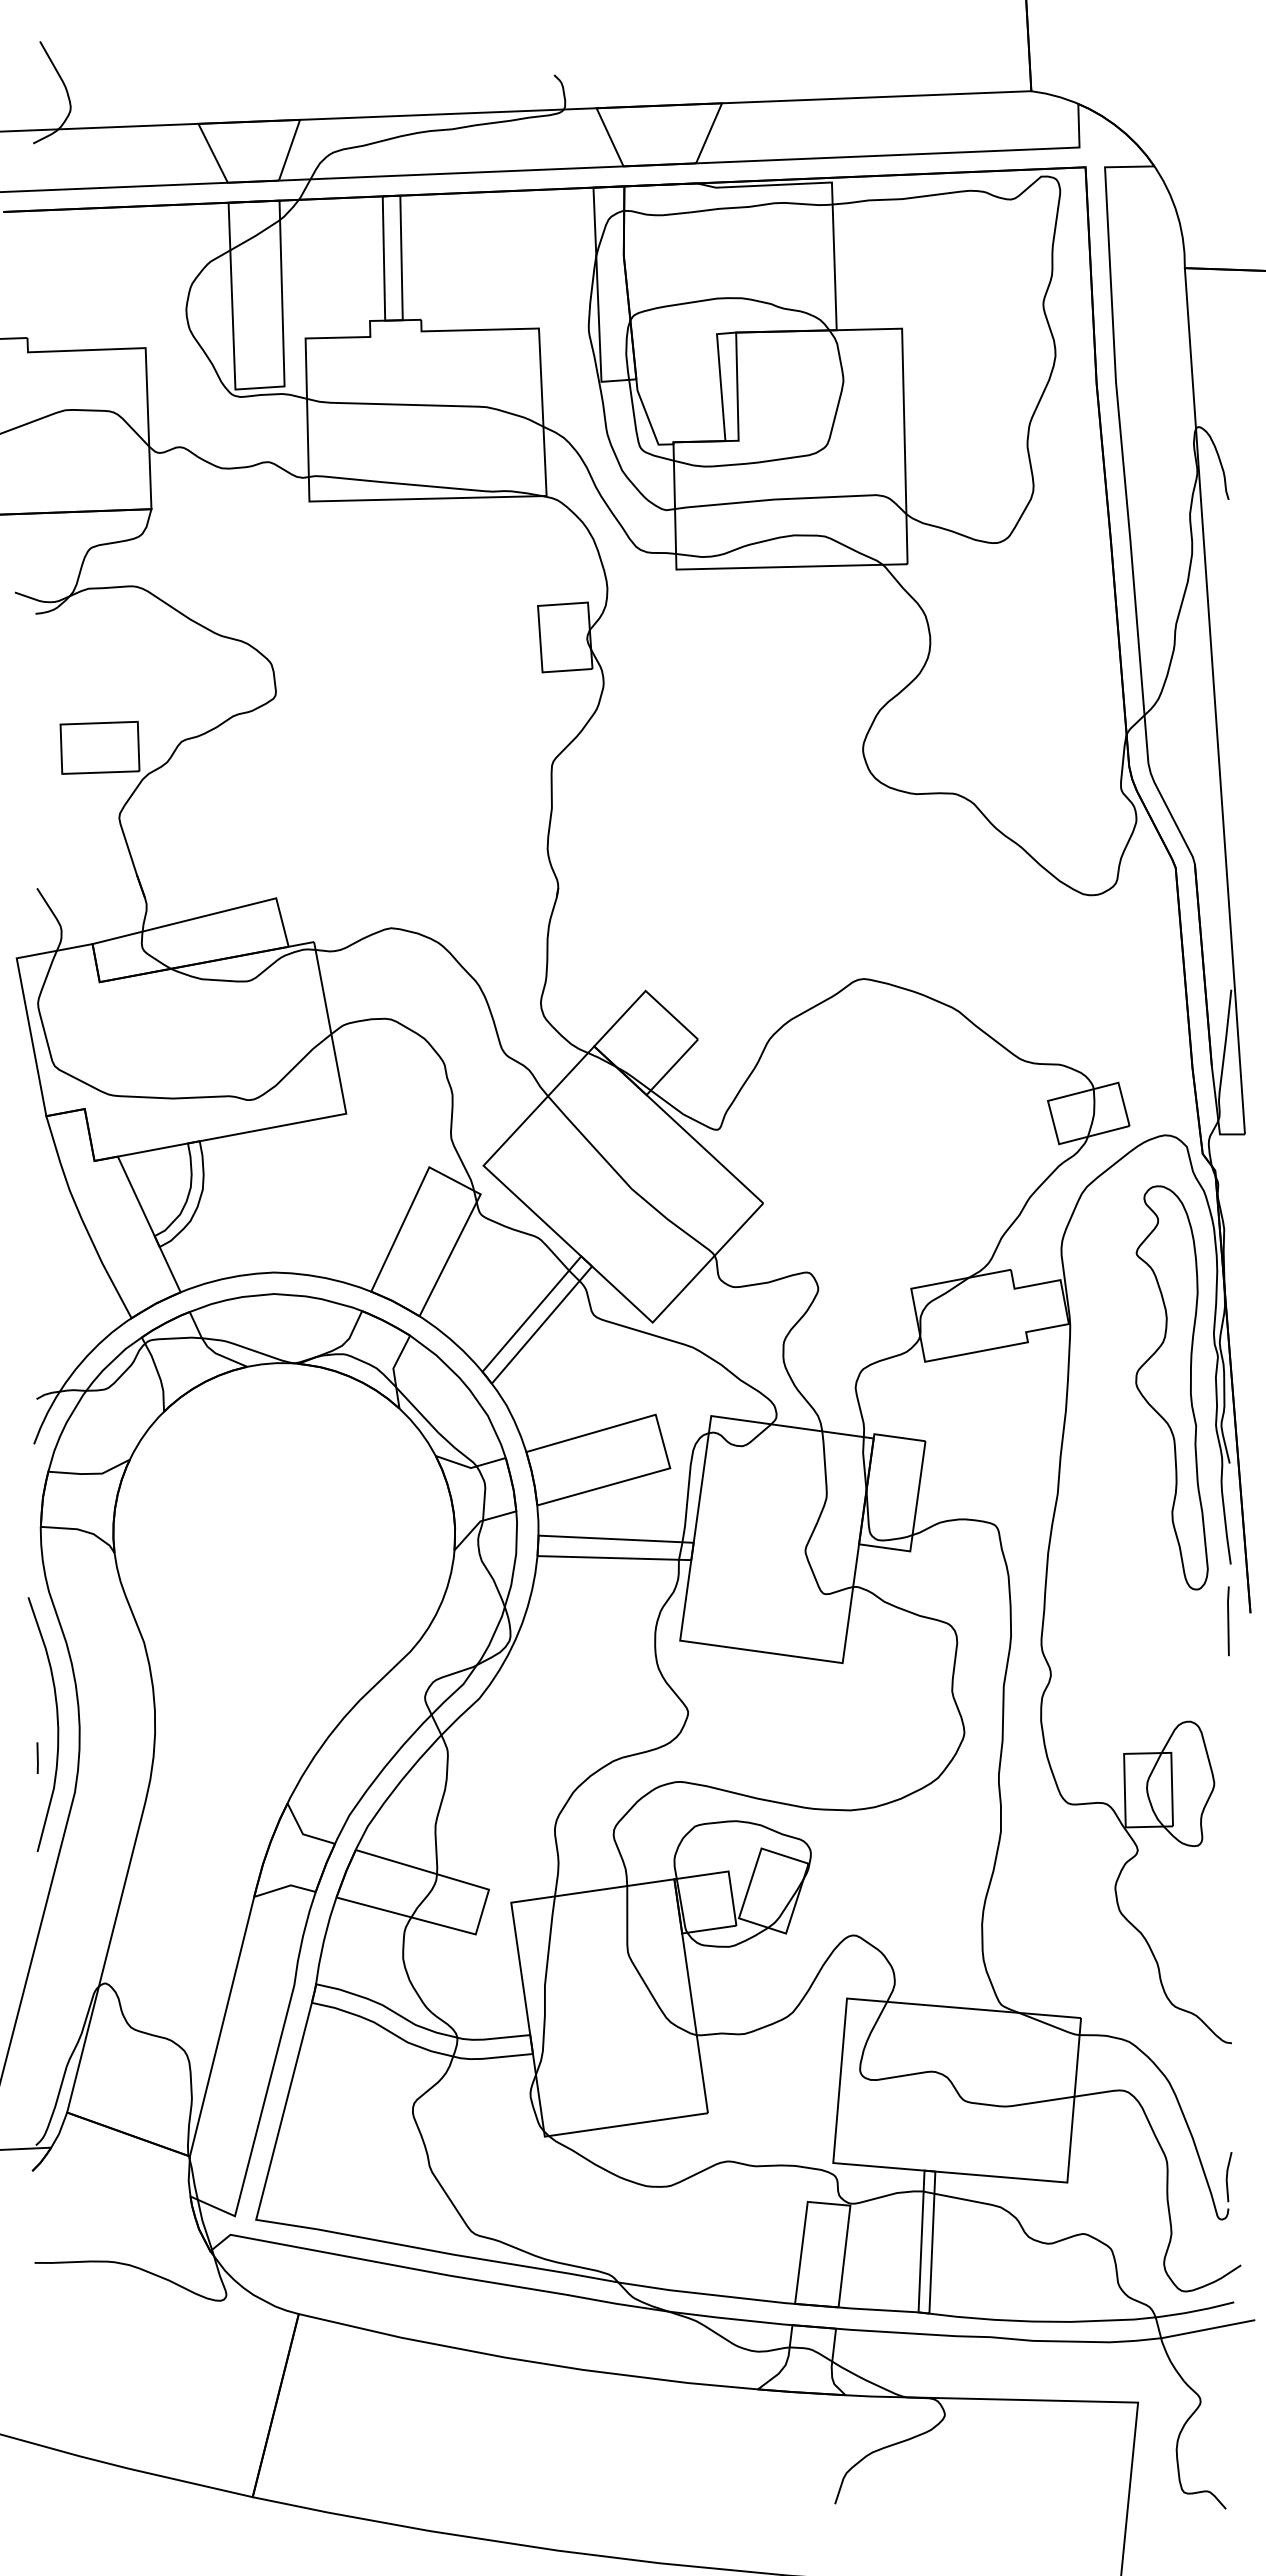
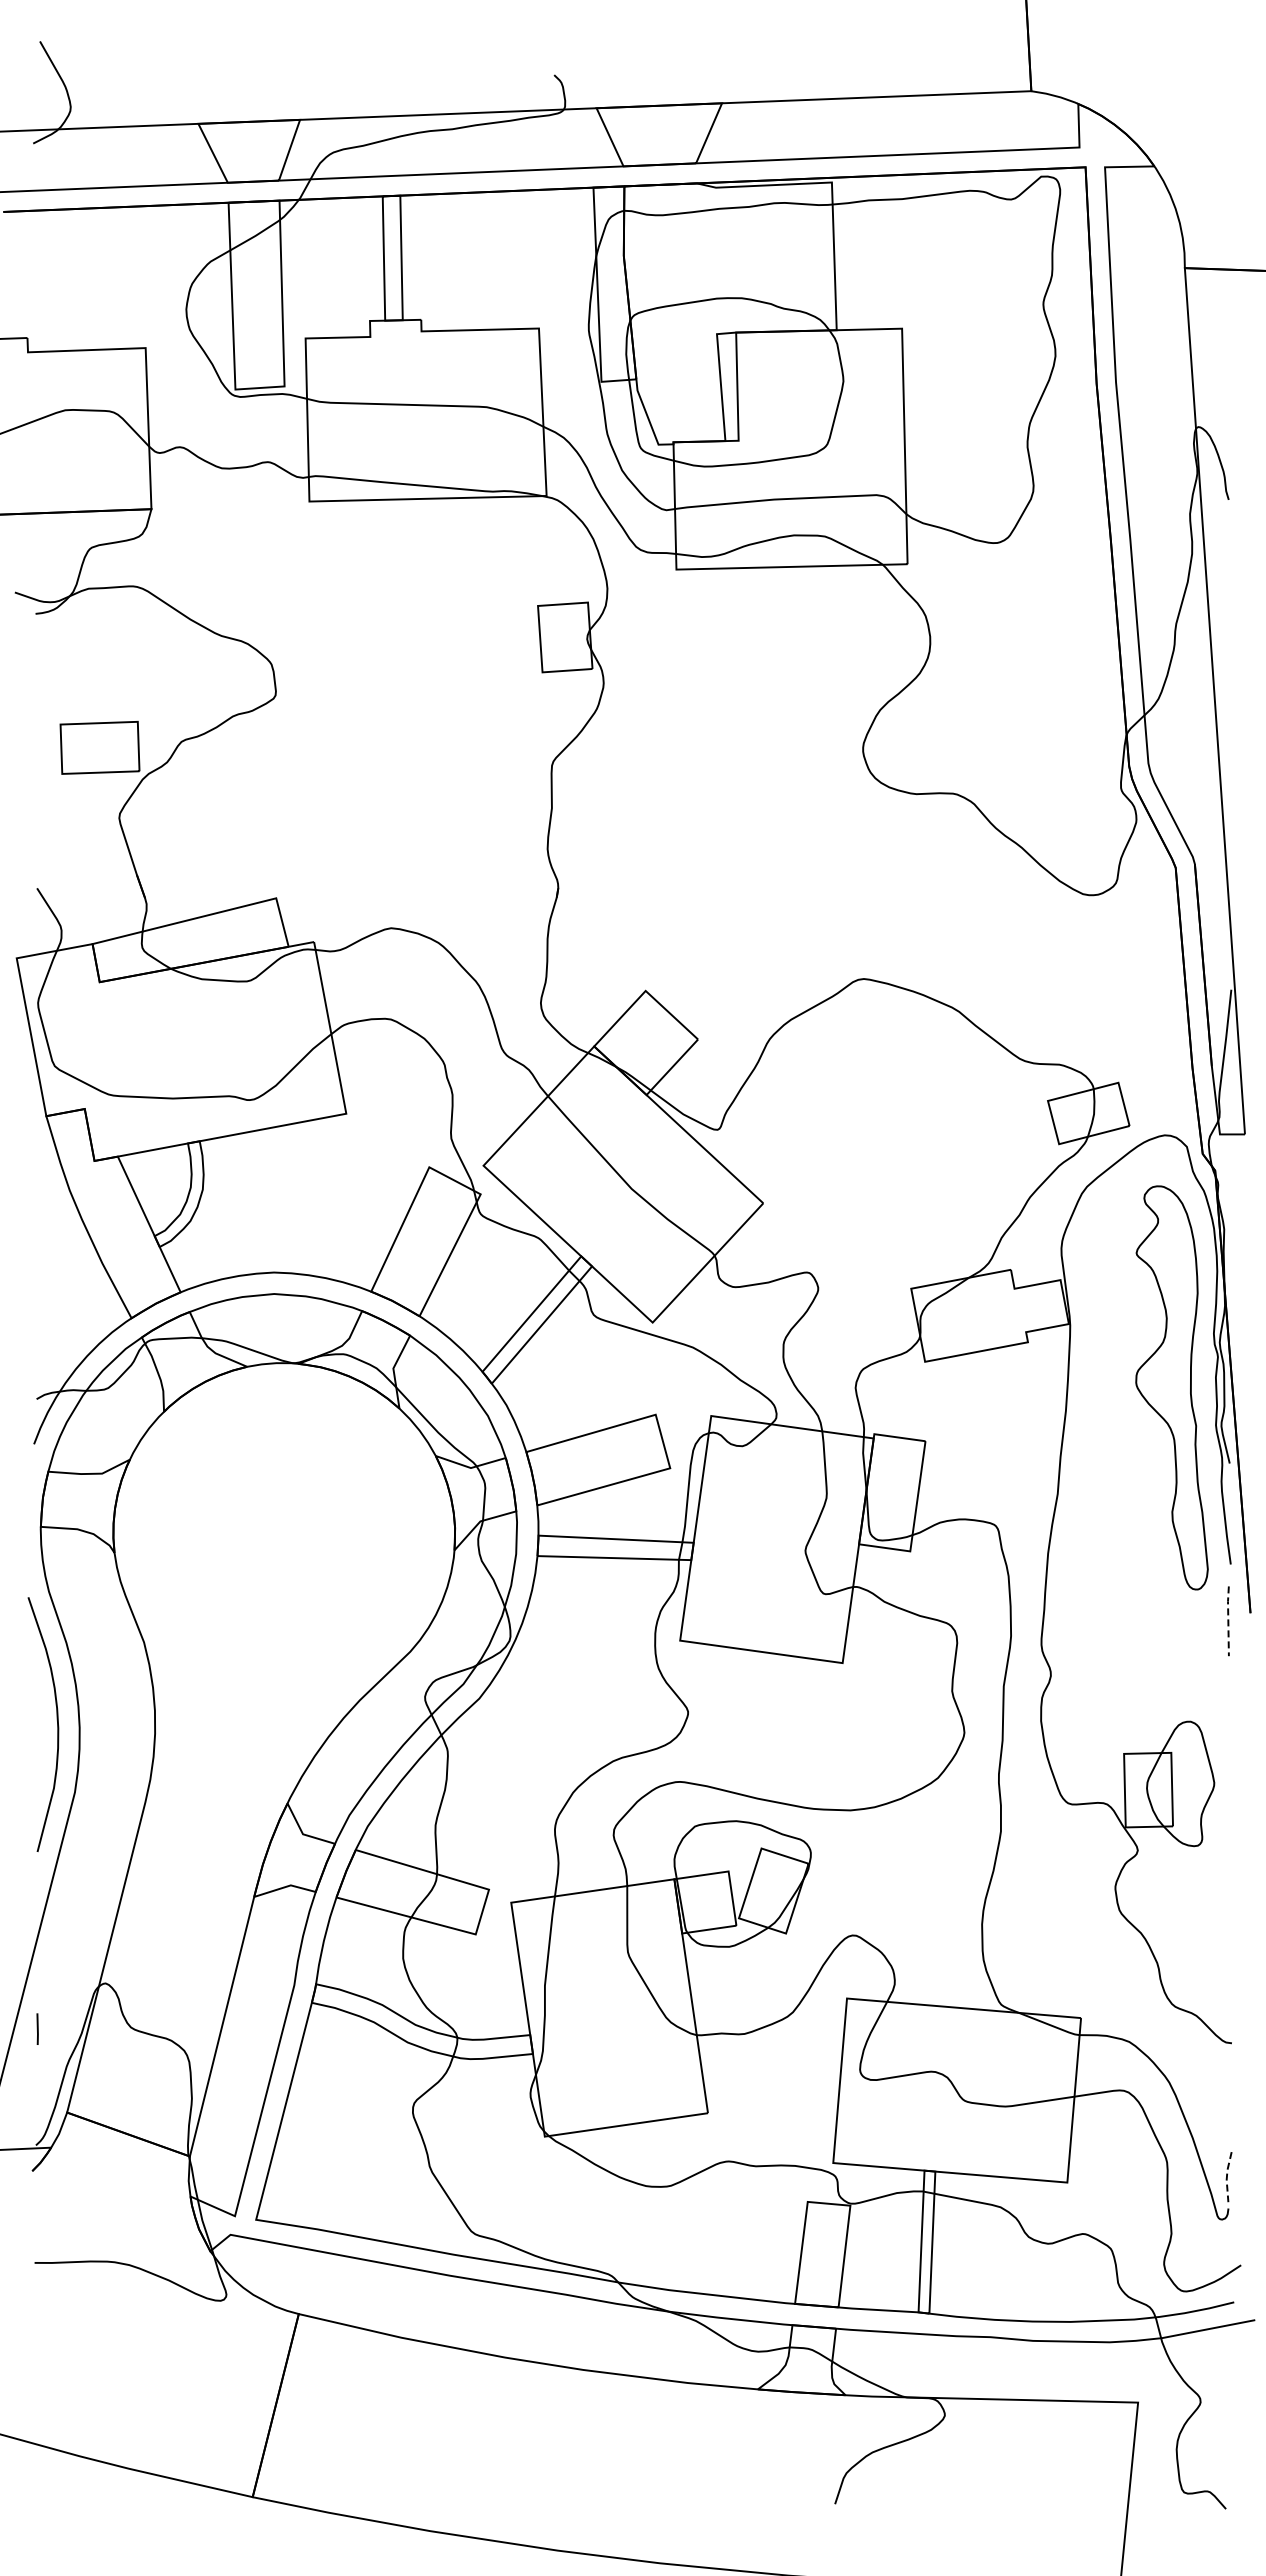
line at (1228, 1620): solid -> dashed
line at (37, 1757) position: (37, 1757) -> (37, 2028)
line at (1226, 2177): solid -> dashed
